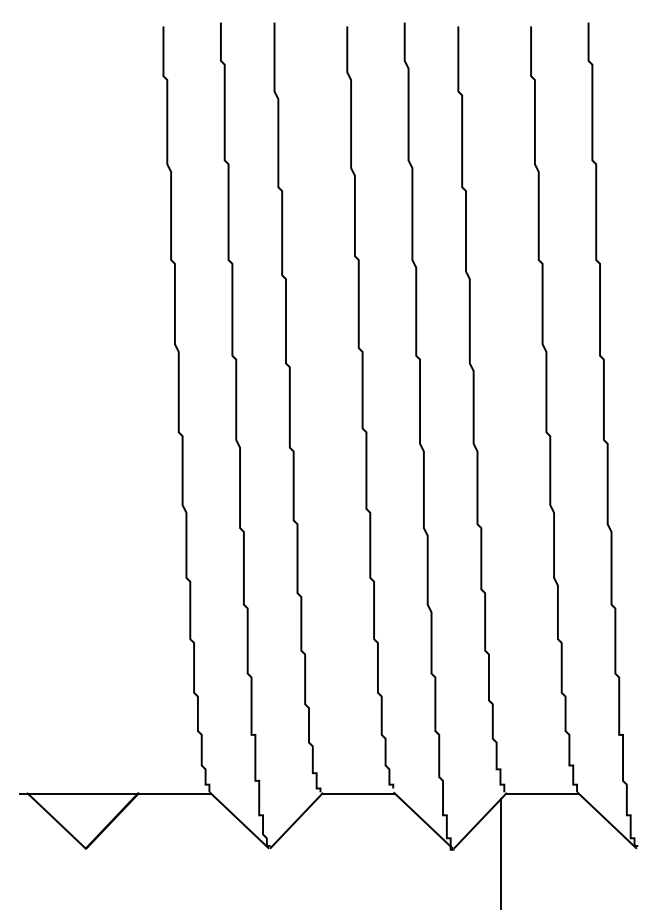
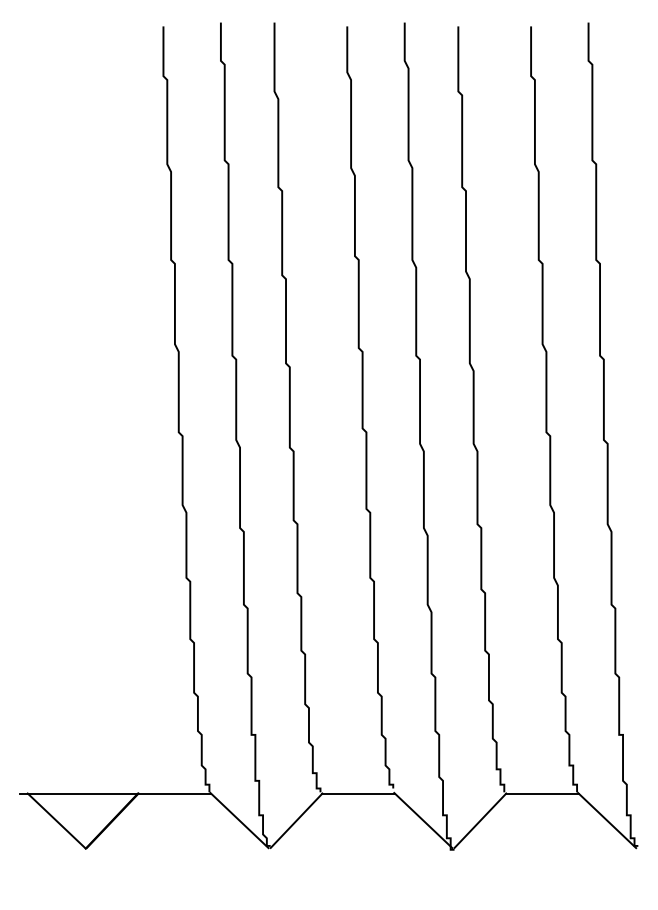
line at (500, 852): present -> none
